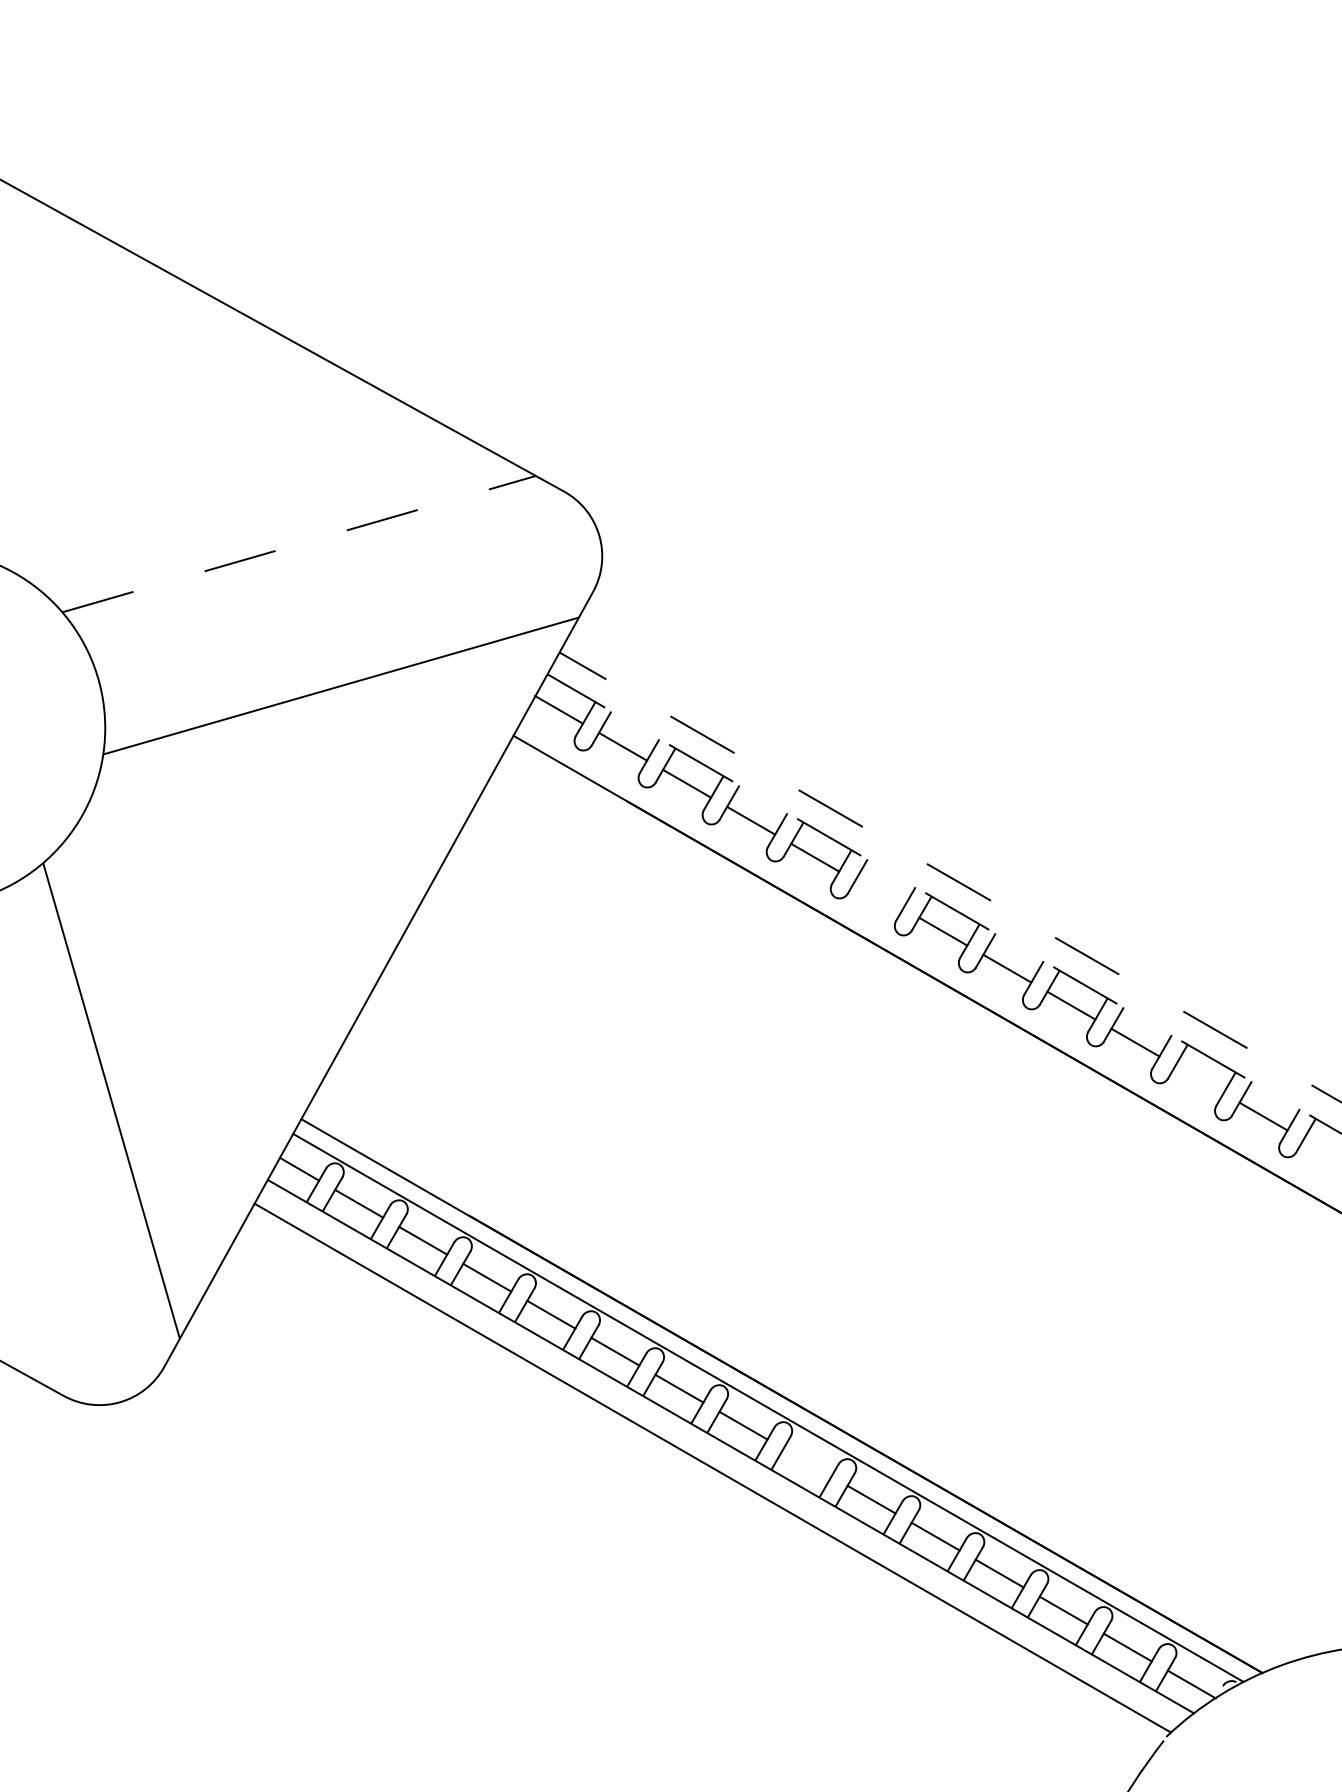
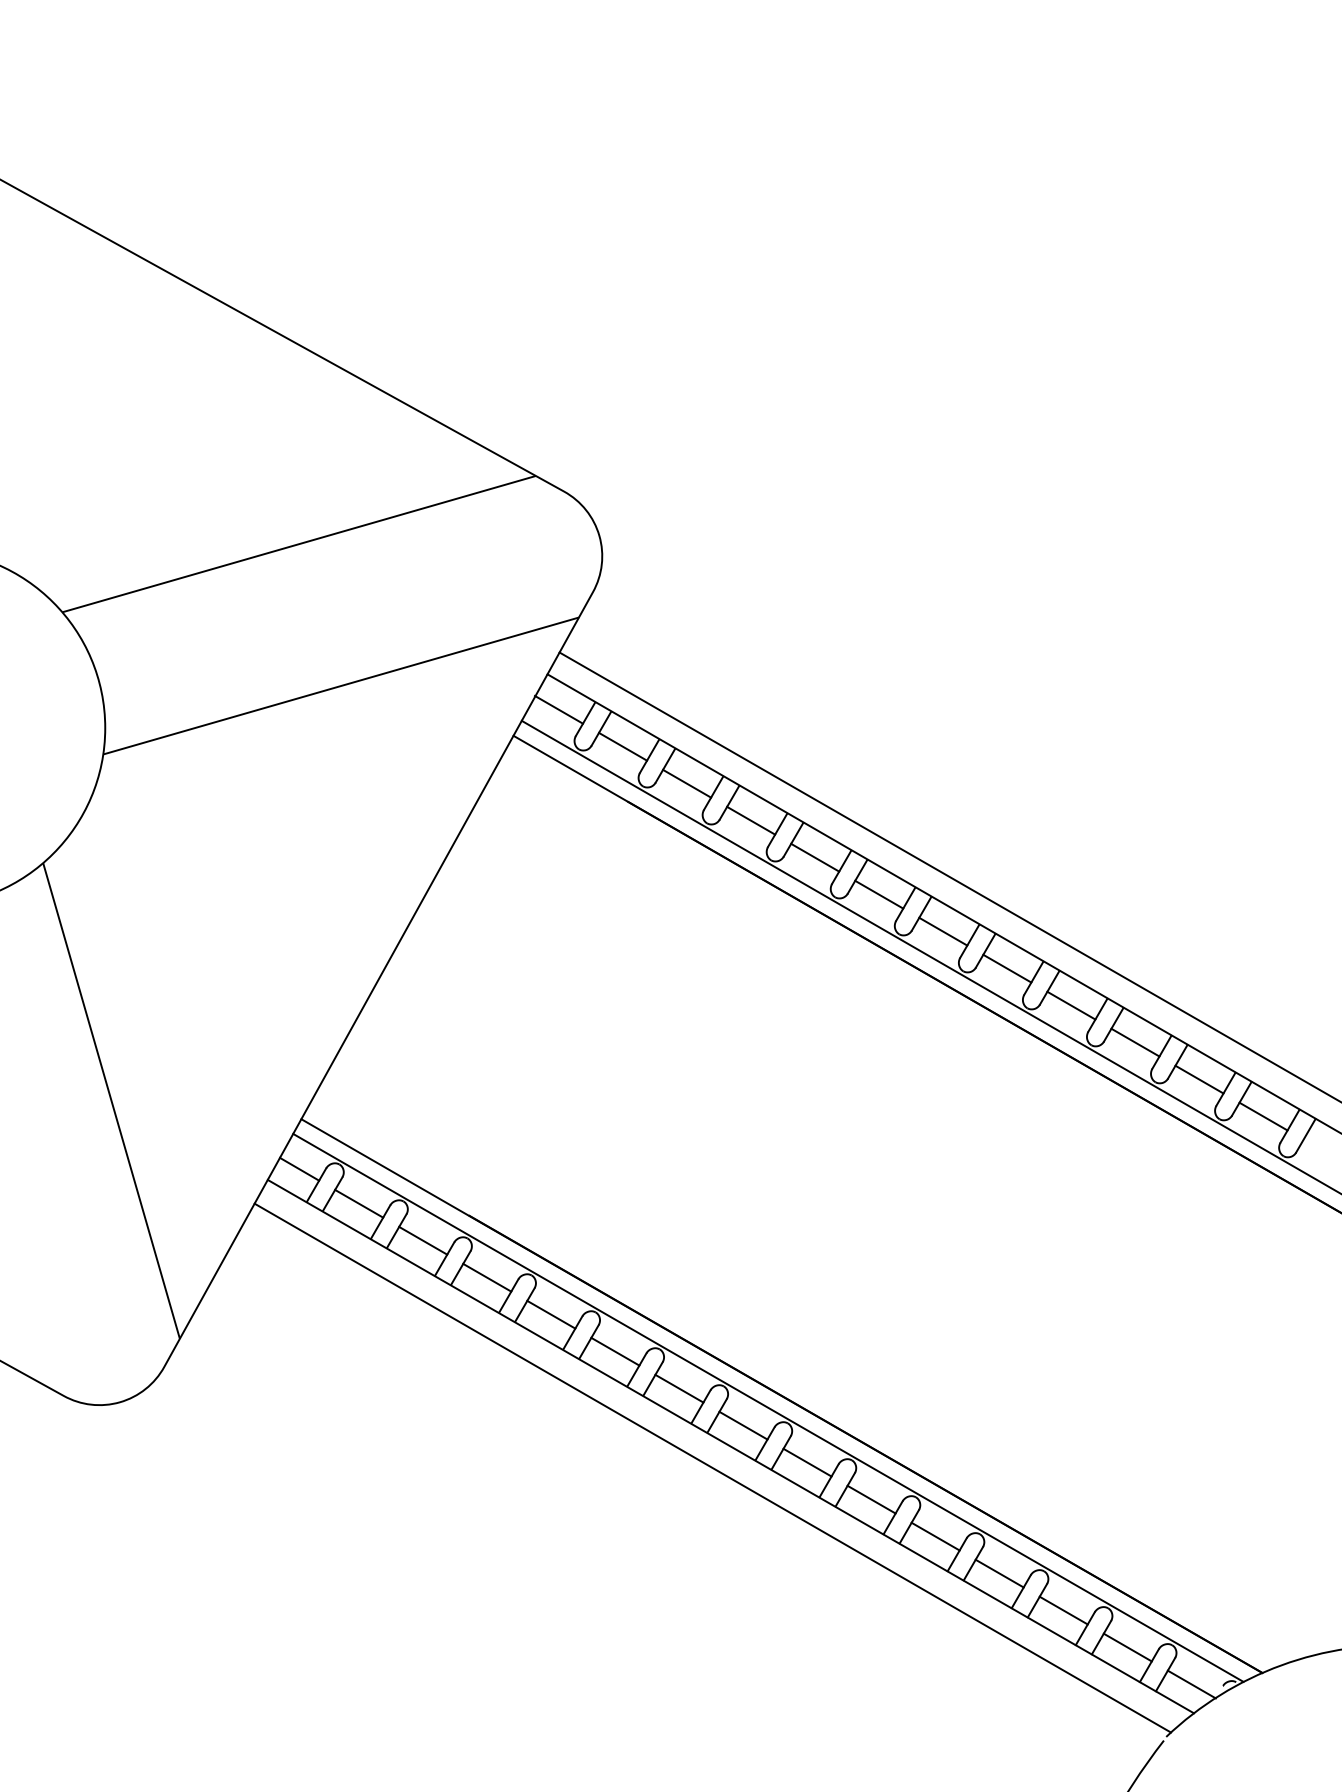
line at (299, 544): dashed -> solid
line at (950, 877): dashed -> solid
line at (879, 894): none -> present
line at (943, 903): dashed -> solid
line at (929, 956): none -> present
line at (1199, 1079): none -> present
line at (807, 1462): none -> present
